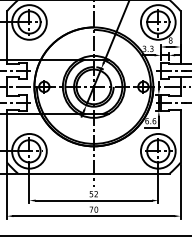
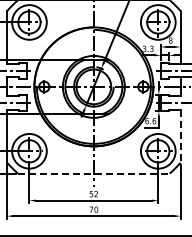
line at (180, 136): solid -> dashed
line at (93, 173): solid -> dashed
